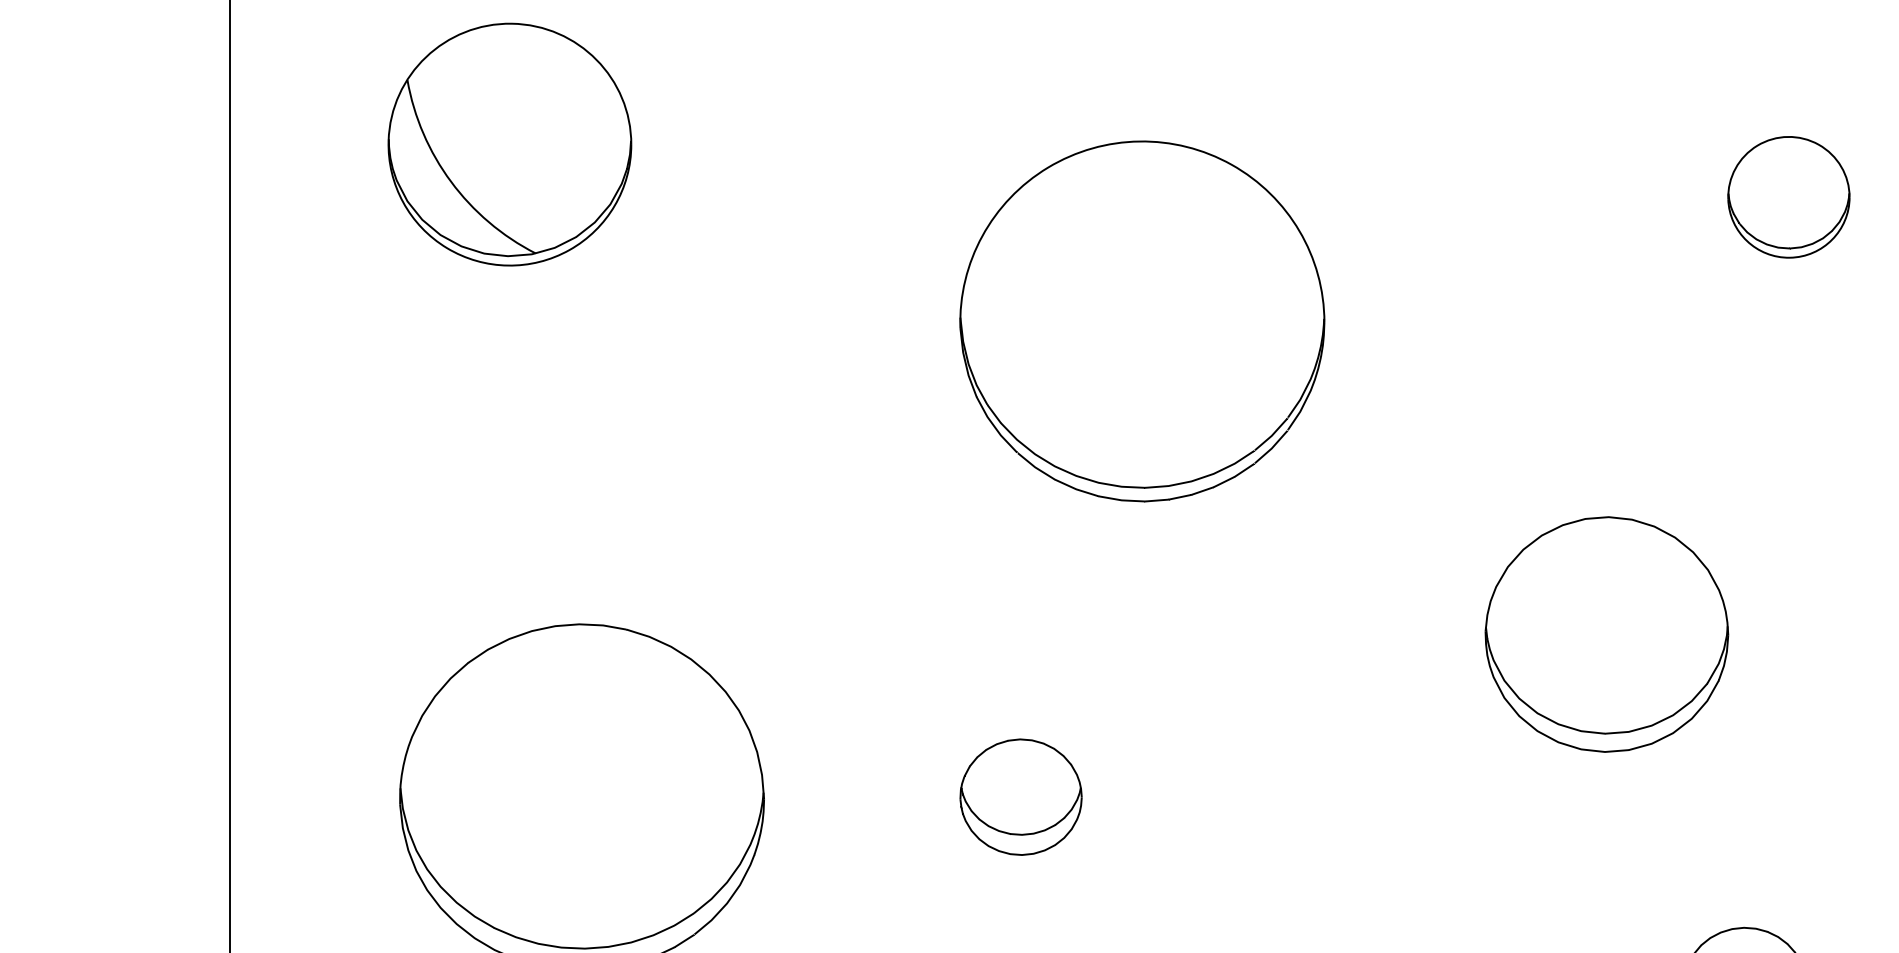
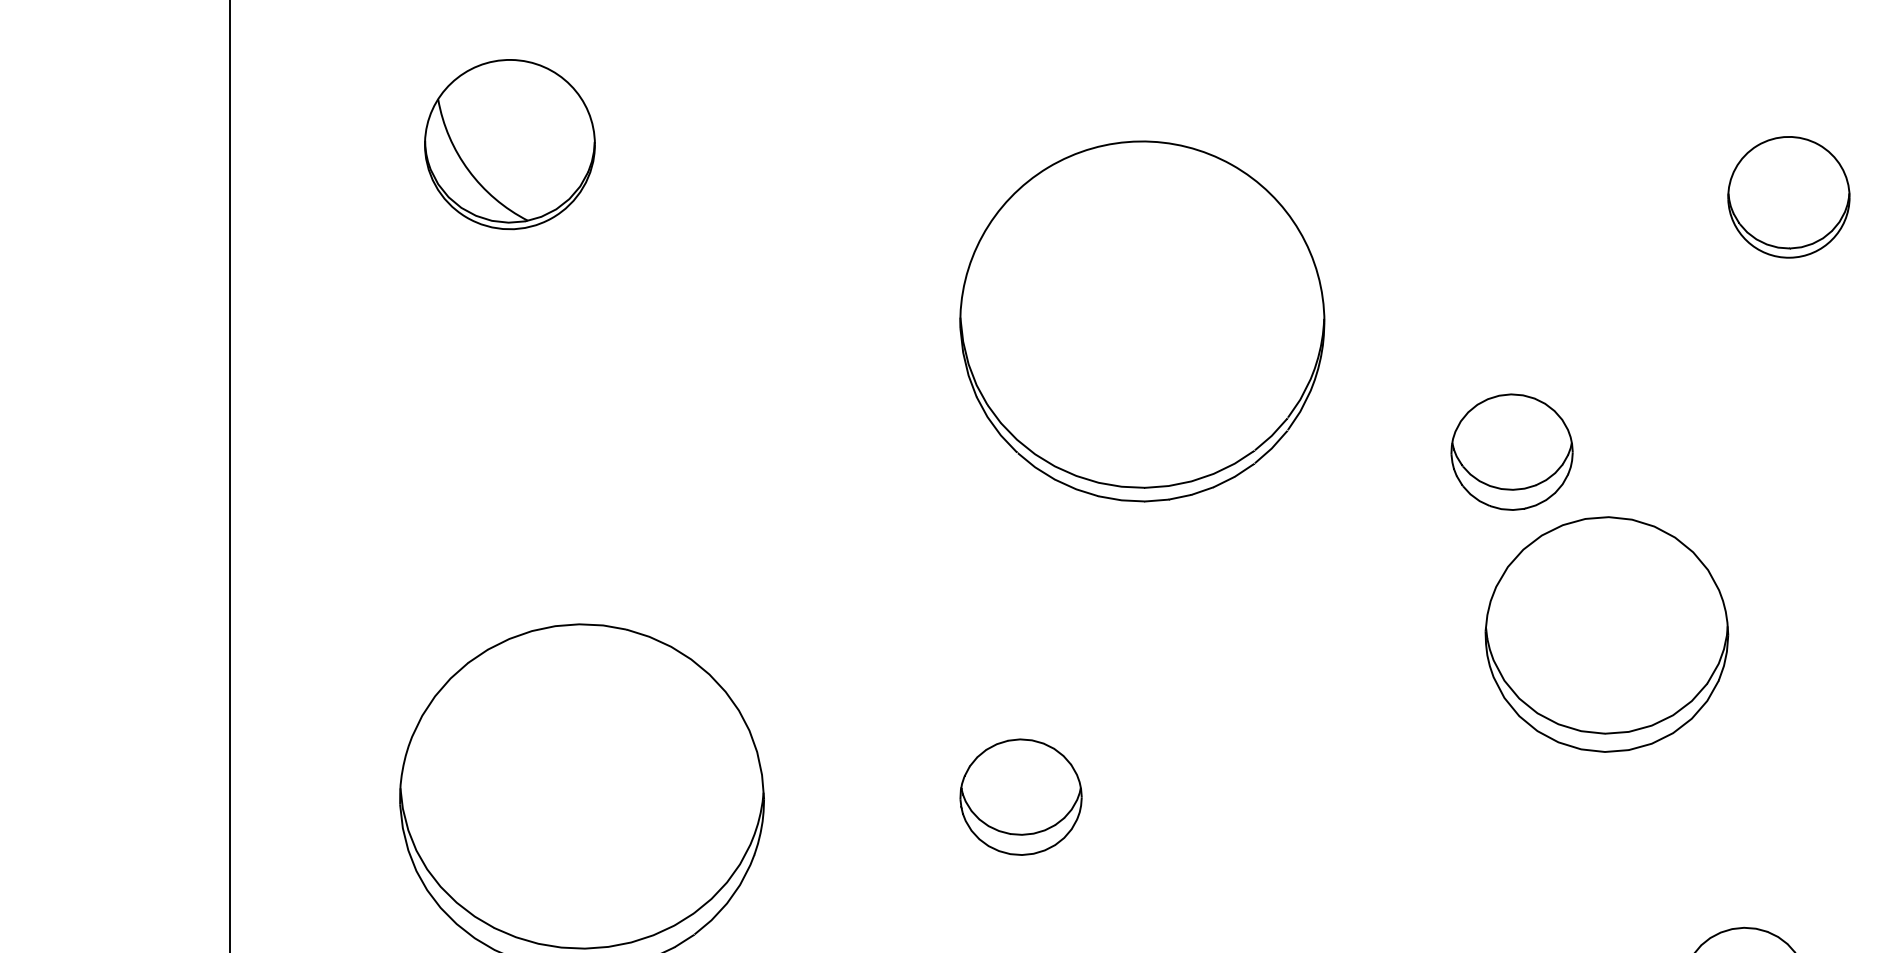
part at (509, 144) size: 246x245 px -> 172x172 px
part at (1511, 451): none -> present
